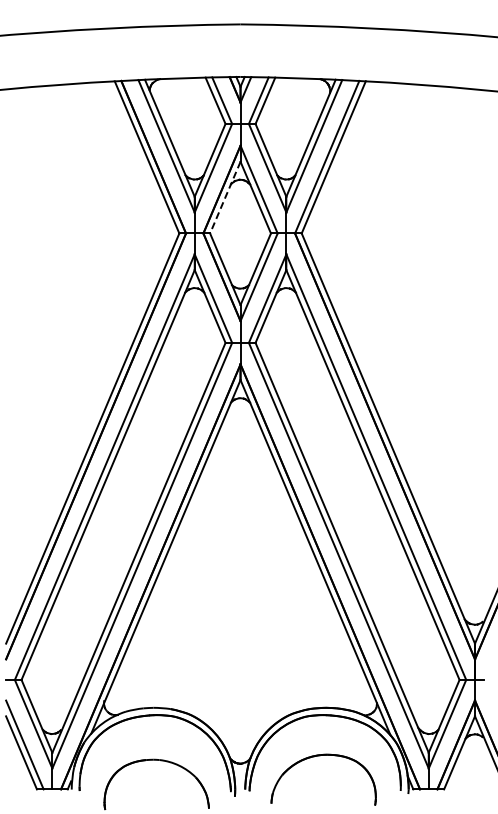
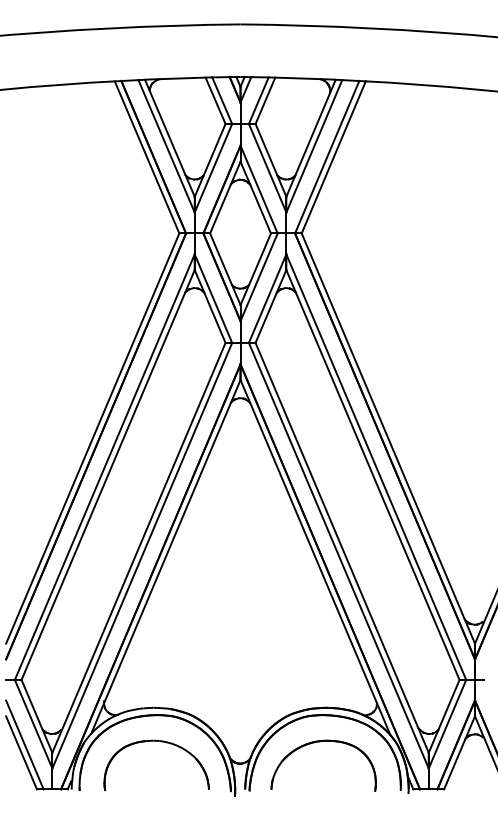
line at (225, 197): dashed -> solid
part at (320, 756) position: (320, 756) -> (320, 742)
part at (161, 761) position: (161, 761) -> (161, 742)
